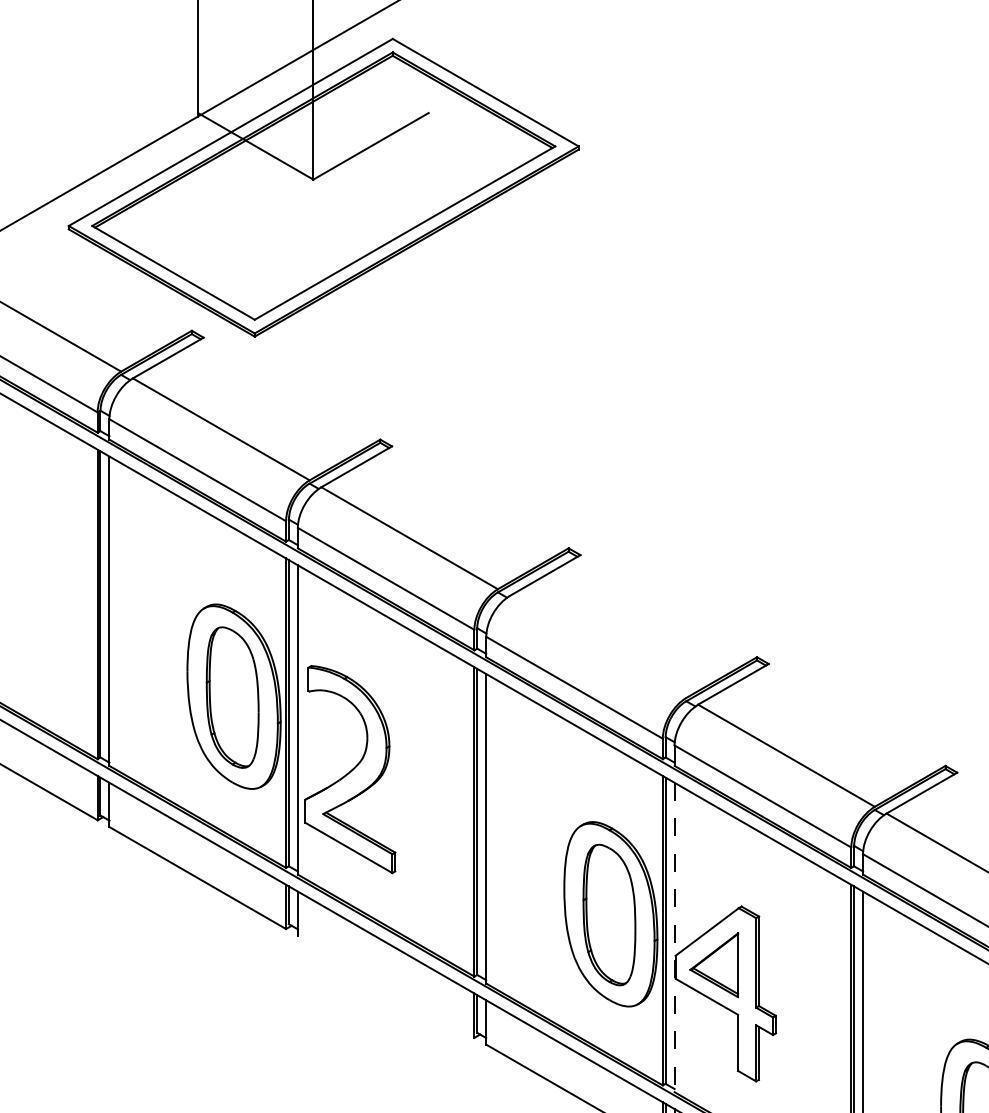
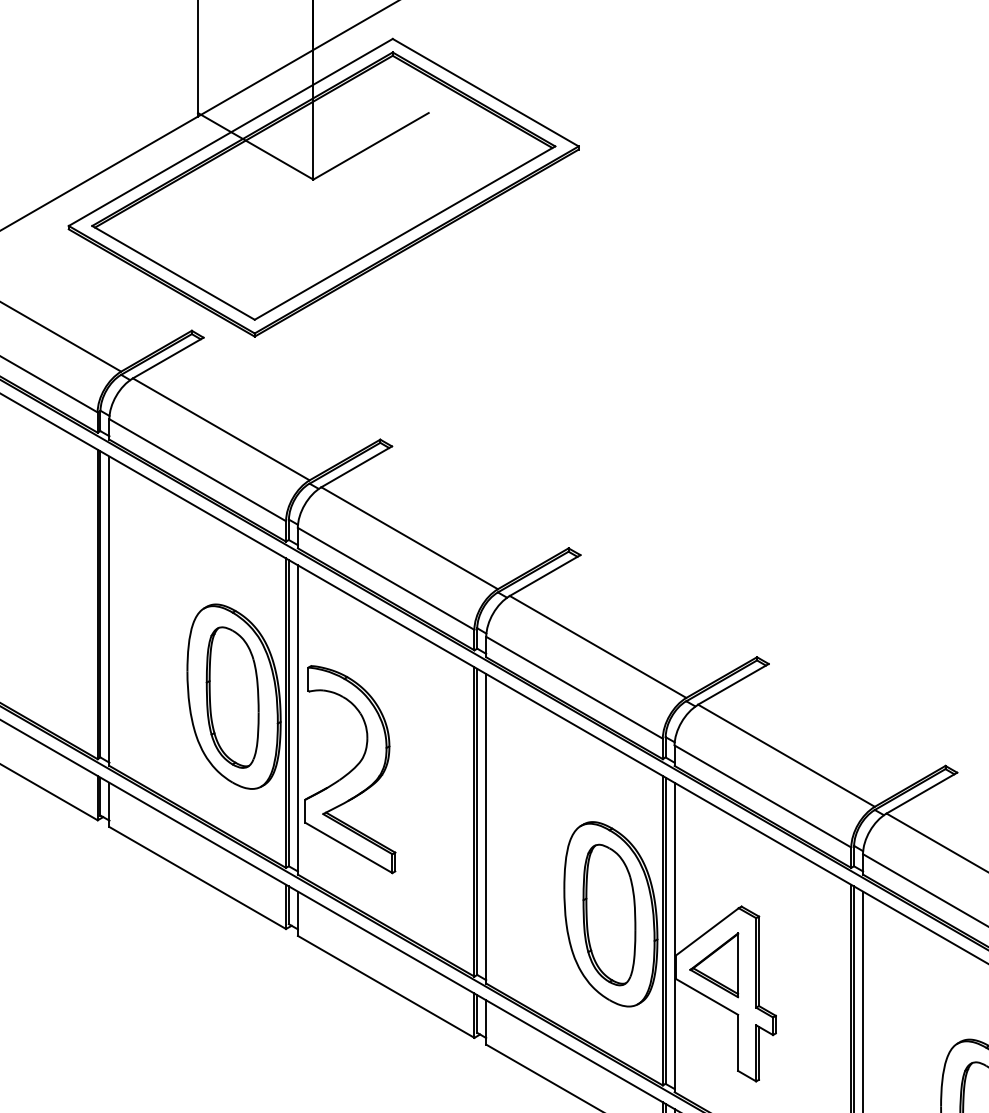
line at (597, 646): none -> present
line at (674, 937): dashed -> solid
line at (385, 986): none -> present
